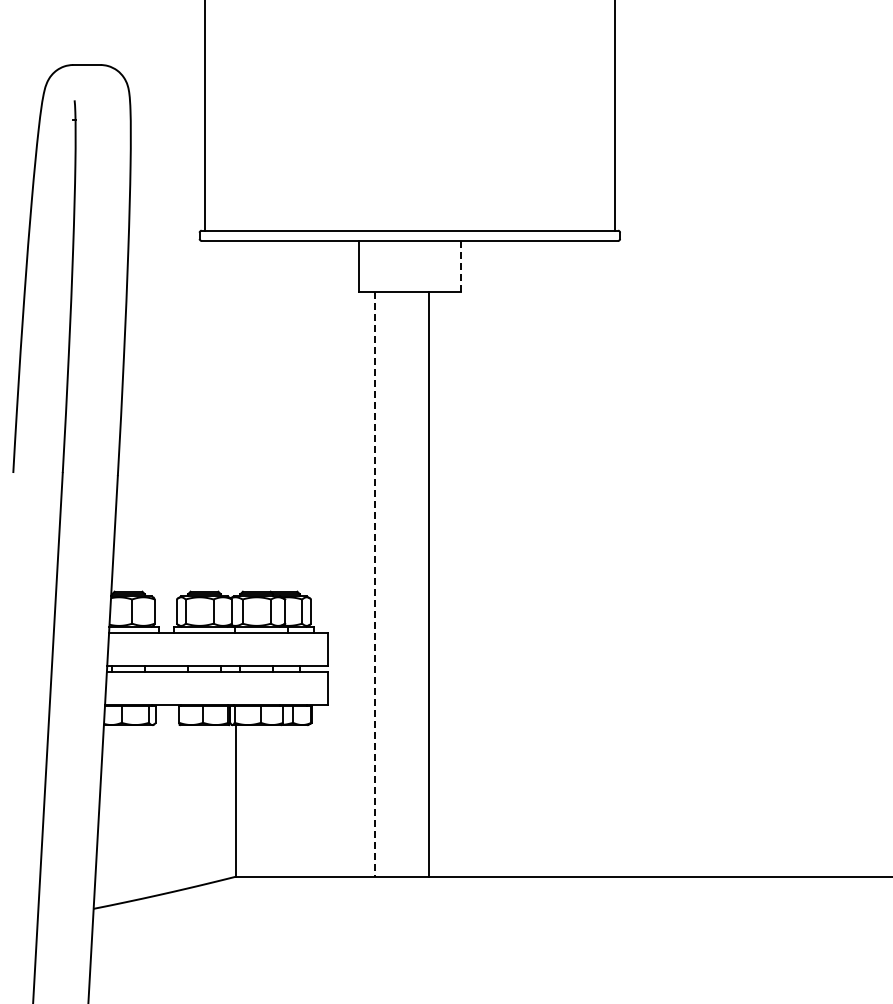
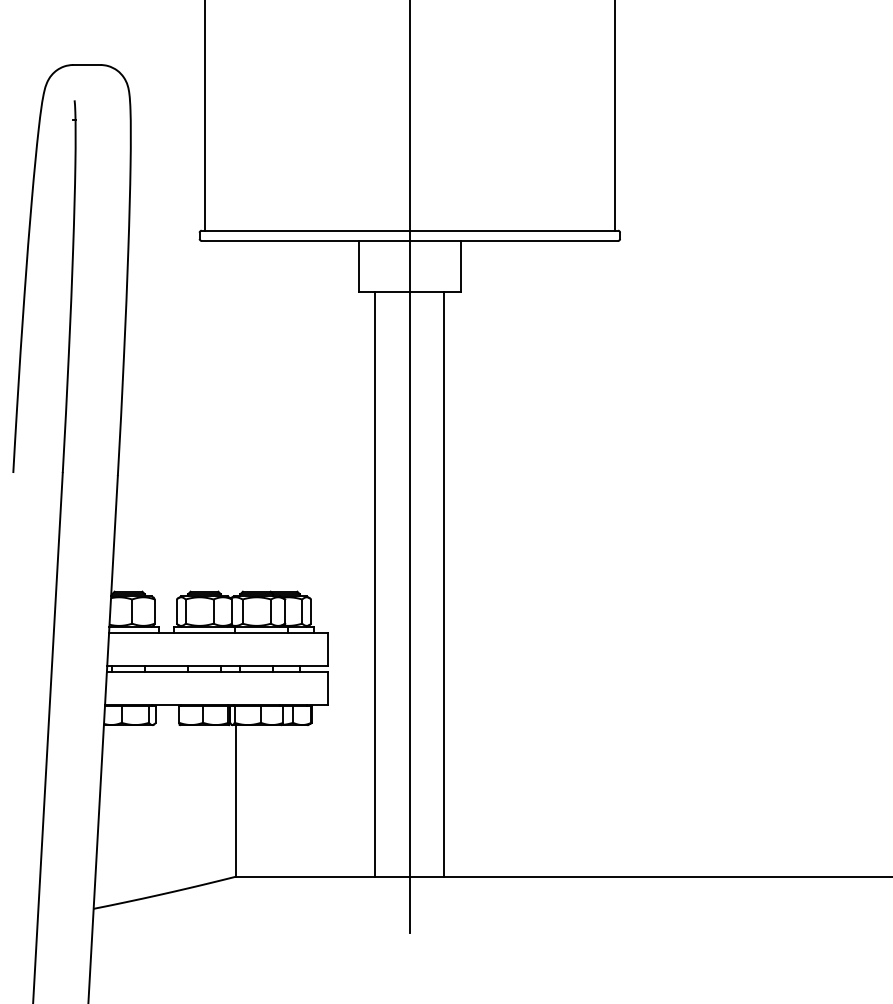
line at (461, 266): dashed -> solid
line at (409, 467): none -> present
line at (429, 584) position: (429, 584) -> (444, 584)
line at (375, 585): dashed -> solid
